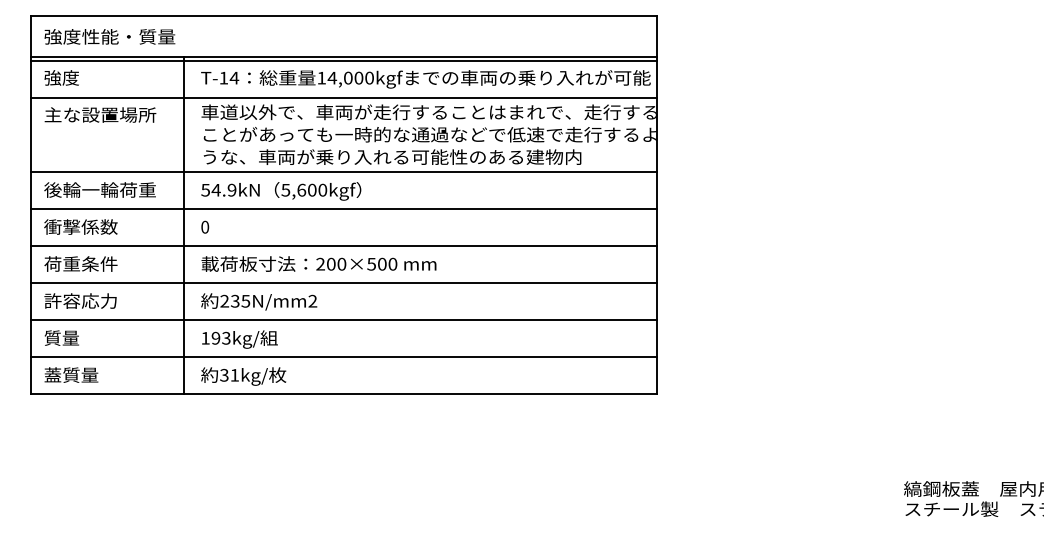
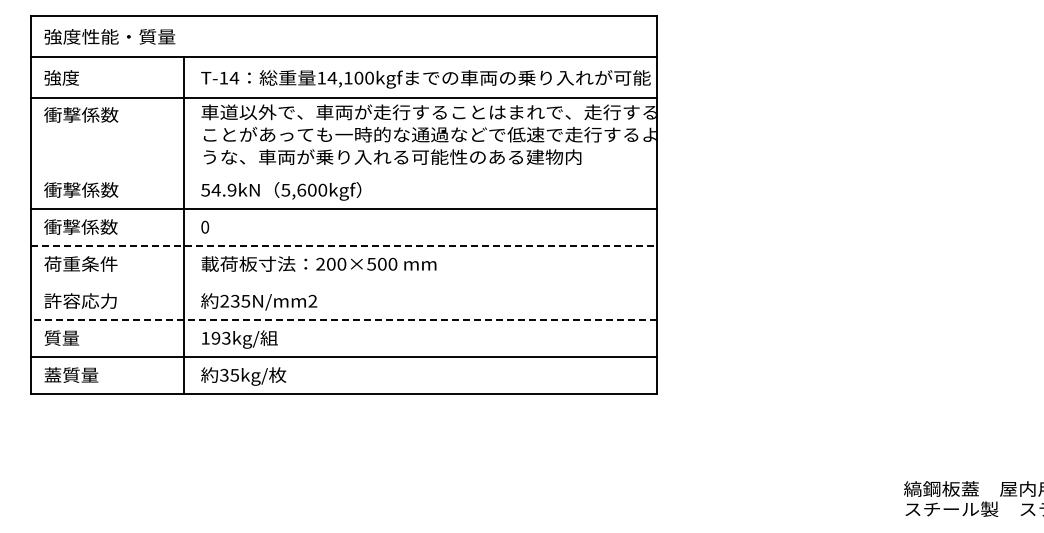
line at (343, 61): present -> none
text at (348, 77): 14,000kgf -> 14,100kgf
text at (100, 114): 主な設置場所 -> 衝撃係数
line at (343, 172): present -> none
text at (99, 189): 後輪一輪荷重 -> 衝撃係数
line at (343, 246): solid -> dashed
line at (343, 283): present -> none
line at (343, 320): solid -> dashed
text at (234, 375): 31kg/ -> 35kg/
